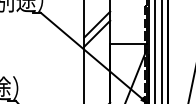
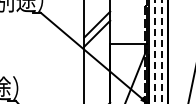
line at (155, 51): solid -> dashed
line at (161, 51): solid -> dashed
